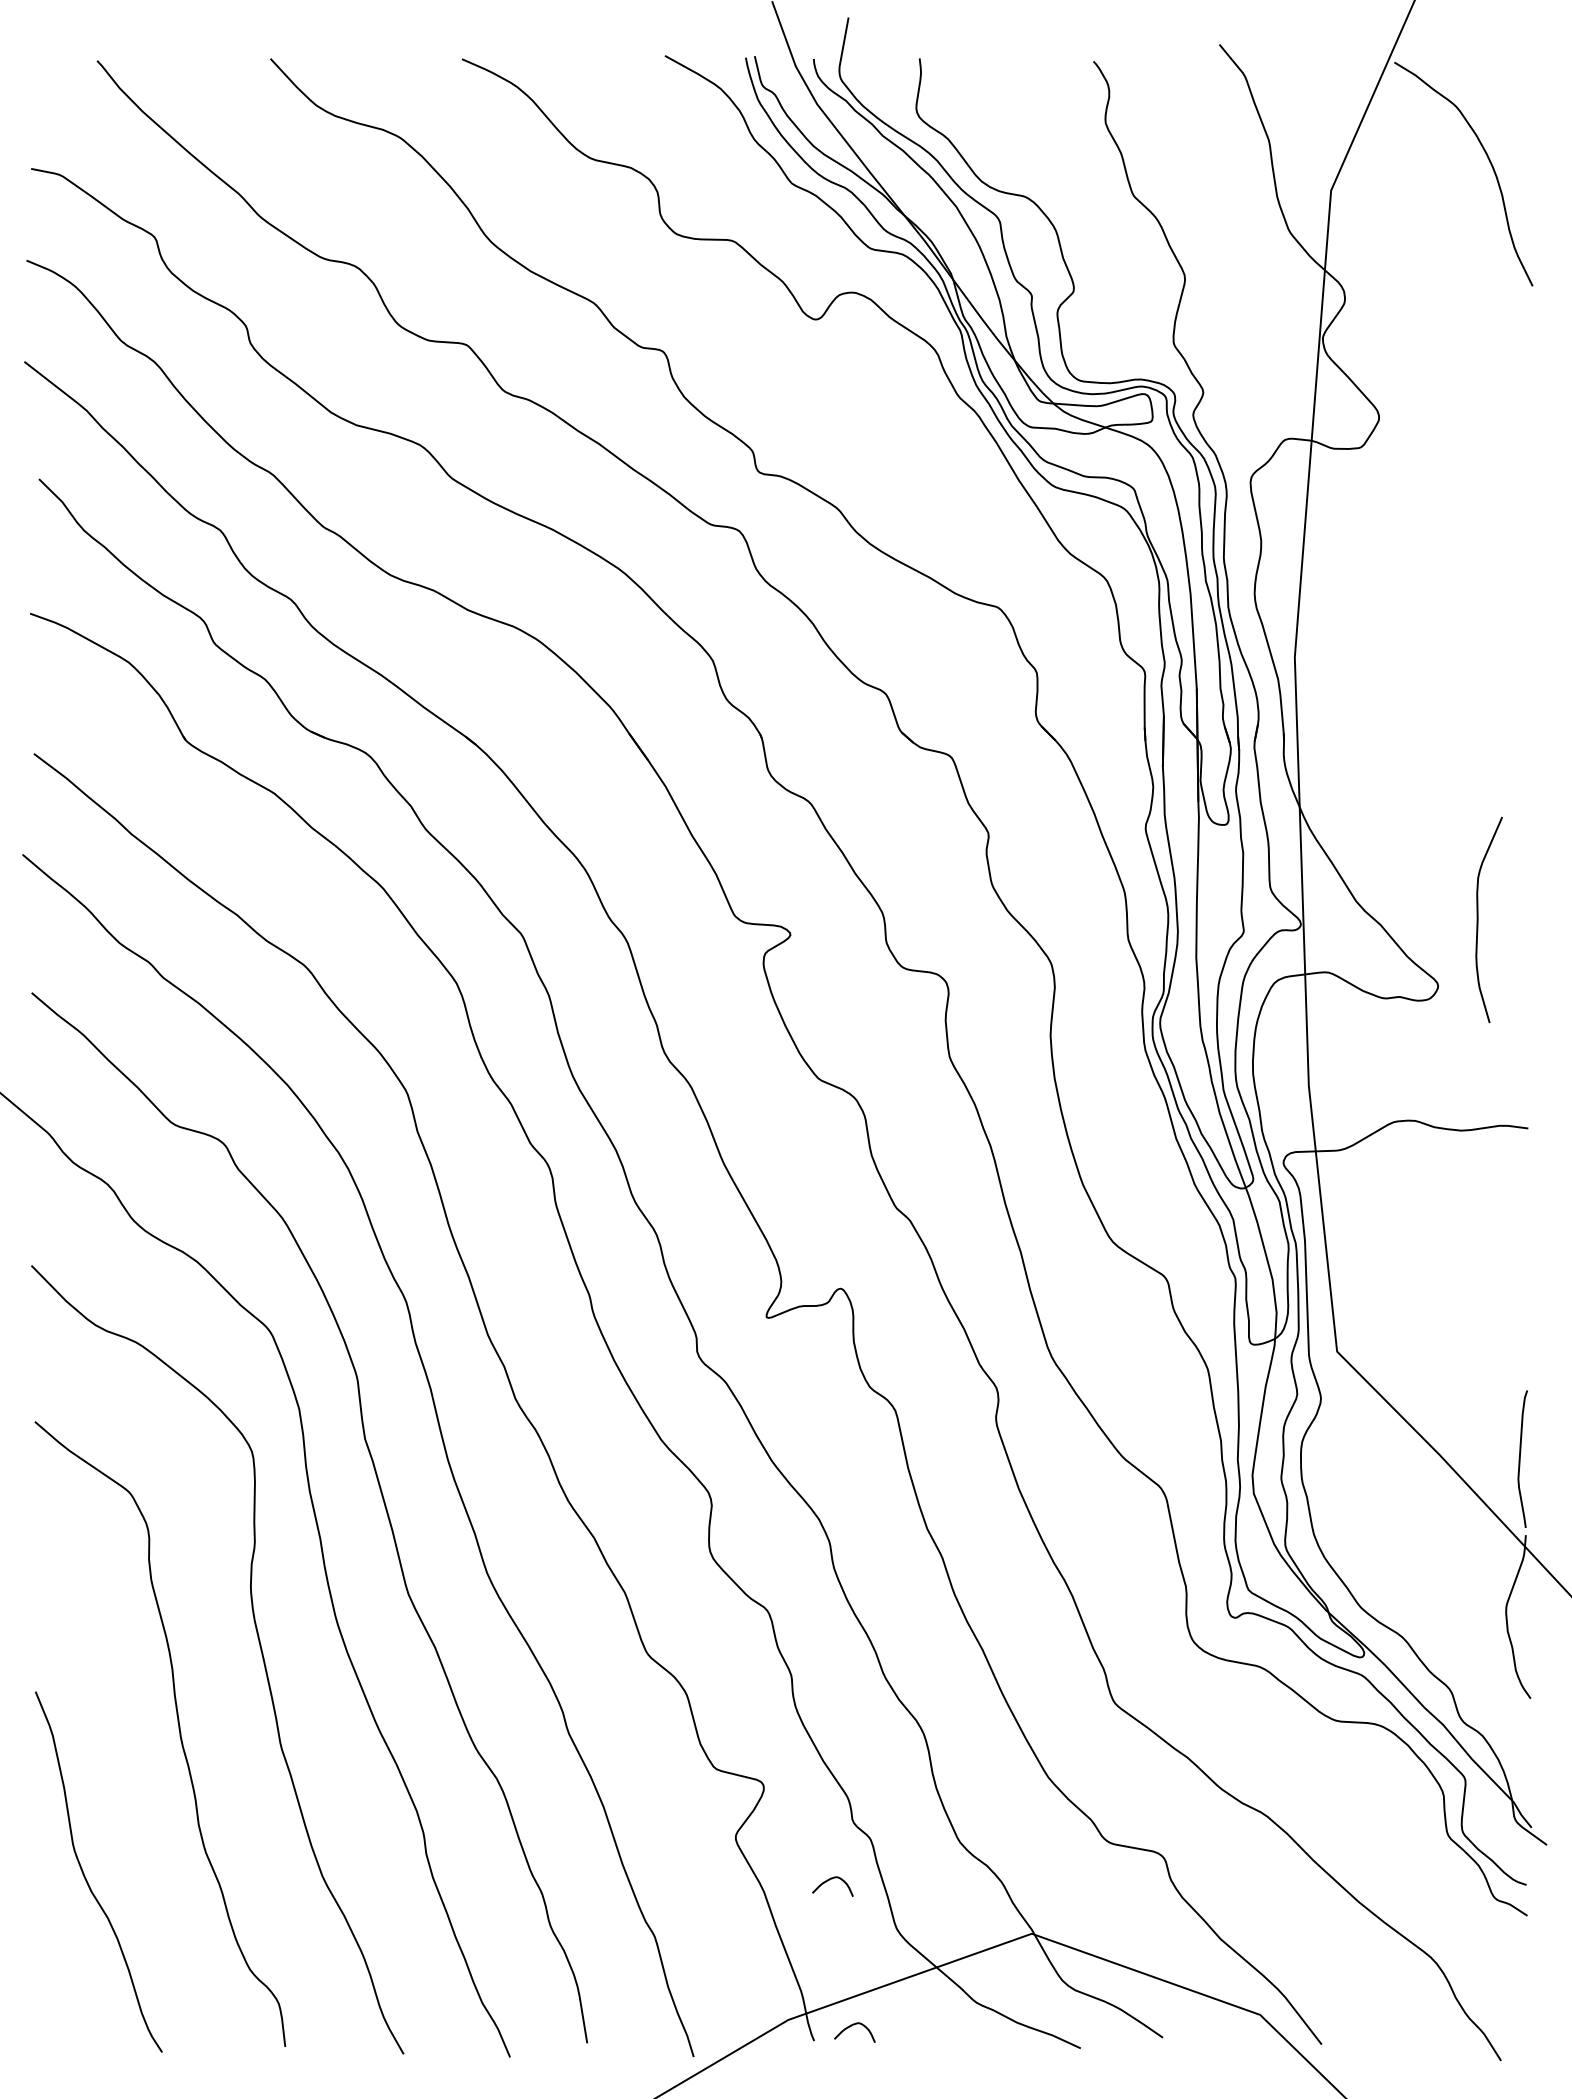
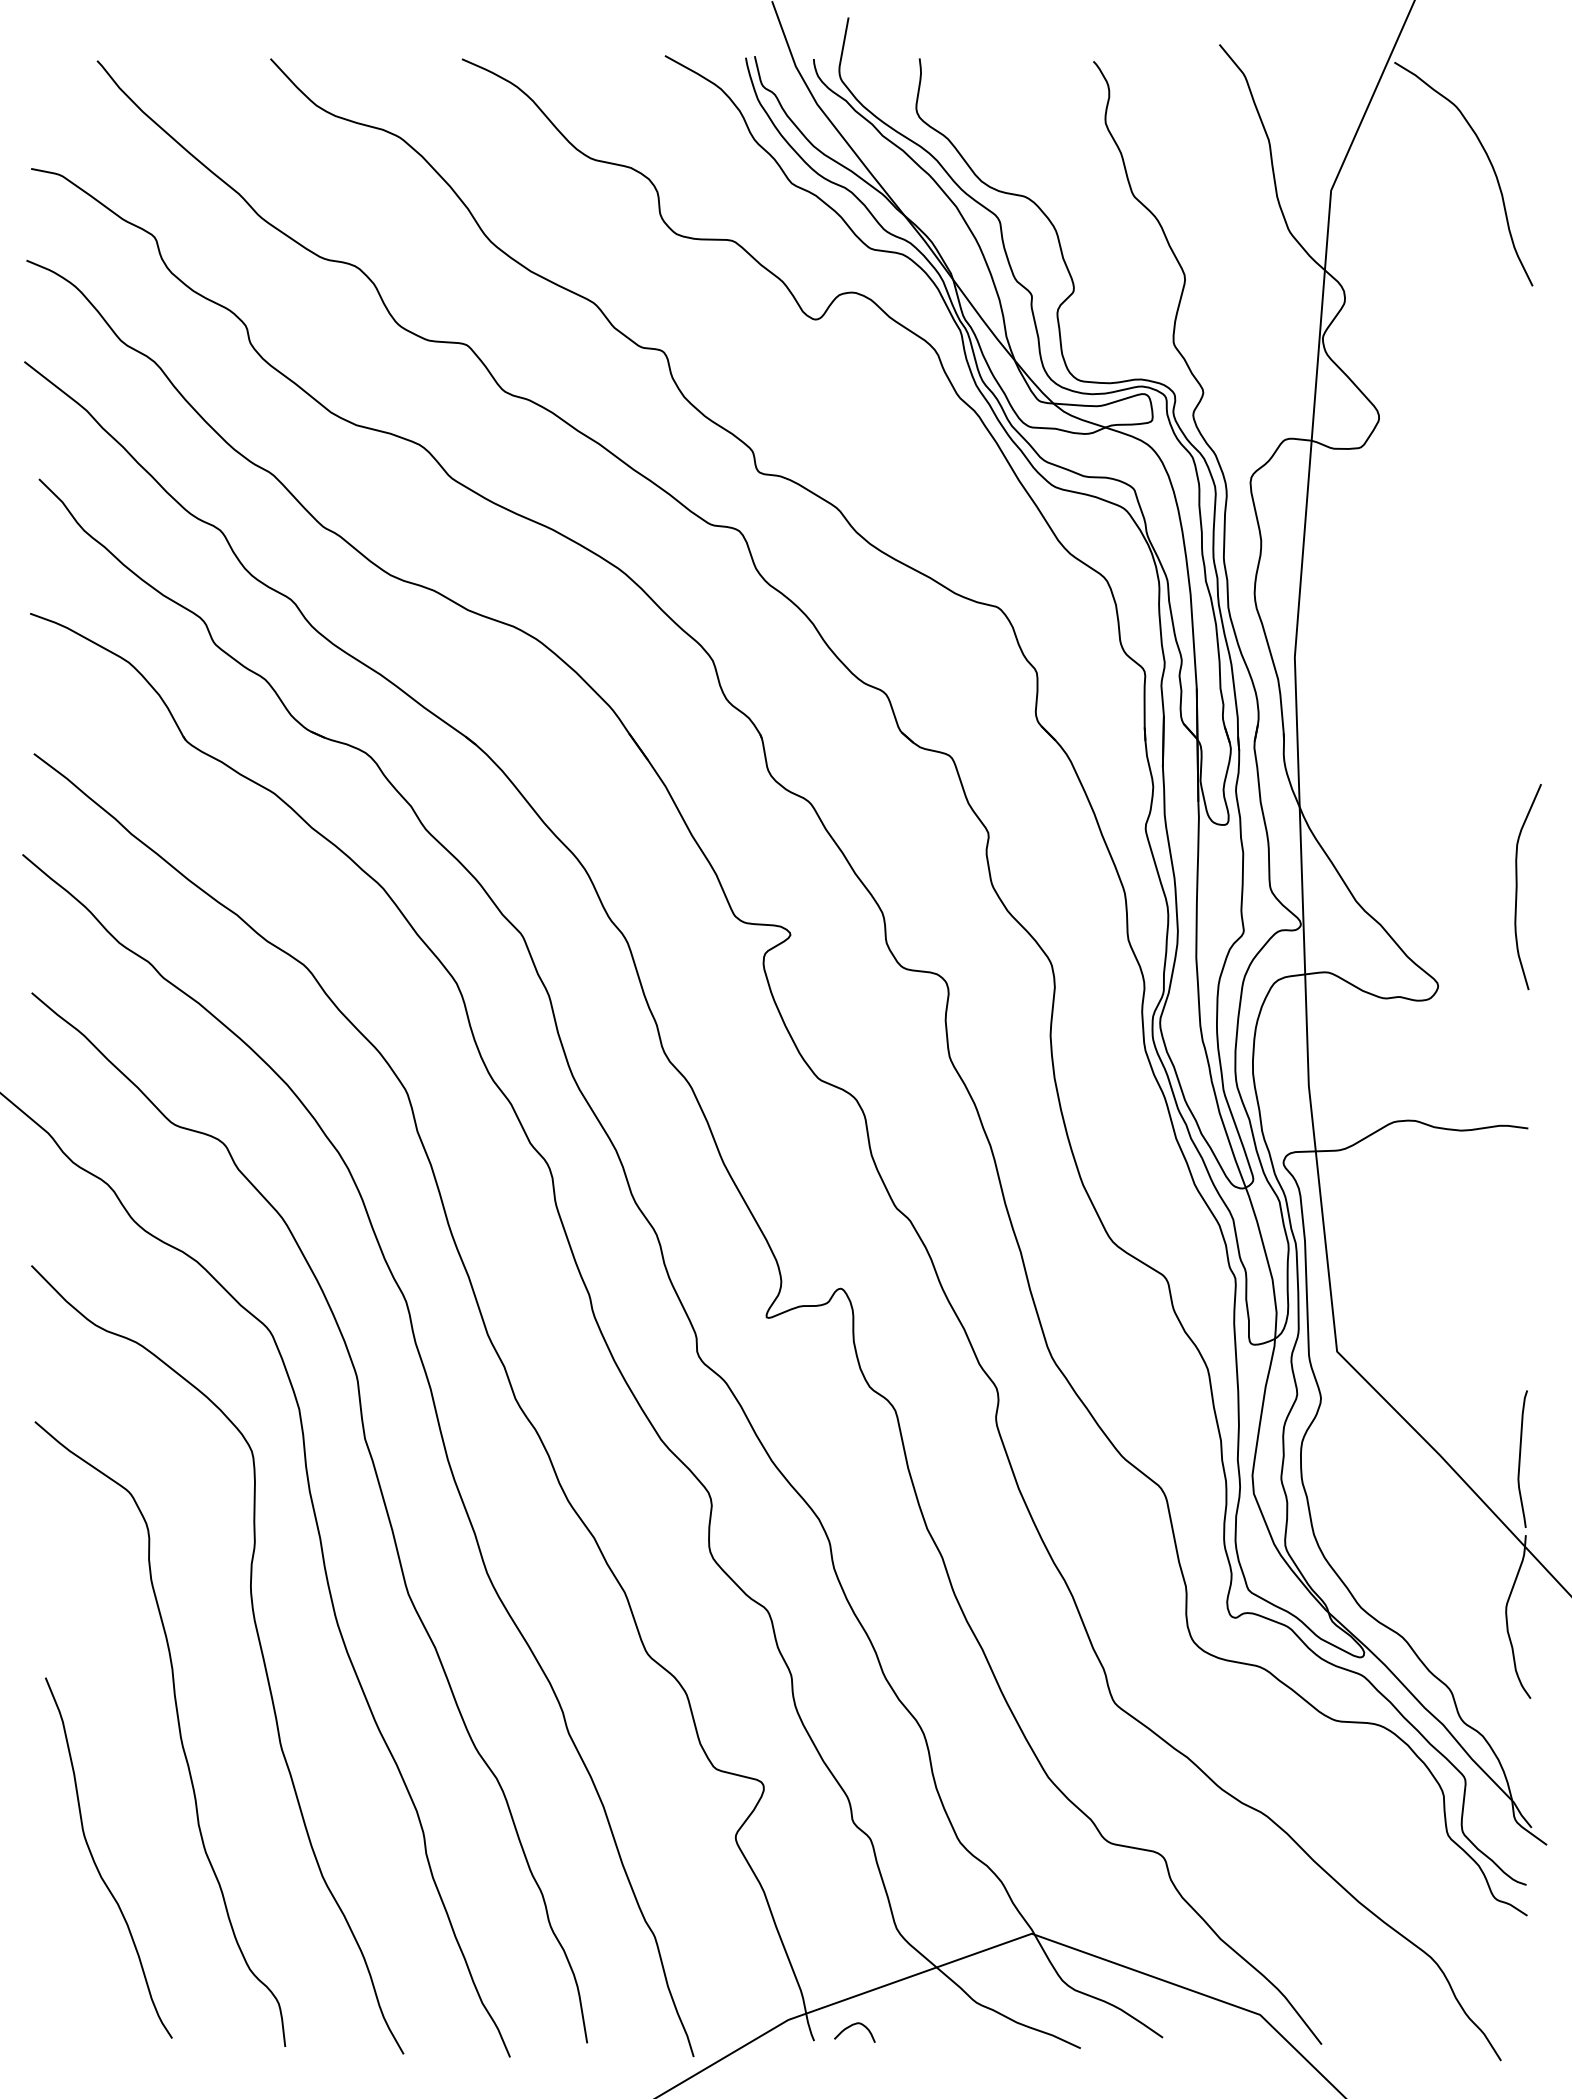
curve at (1478, 920) position: (1478, 920) -> (1517, 887)
curve at (86, 1878) position: (86, 1878) -> (96, 1864)
curve at (828, 1881): present -> none
